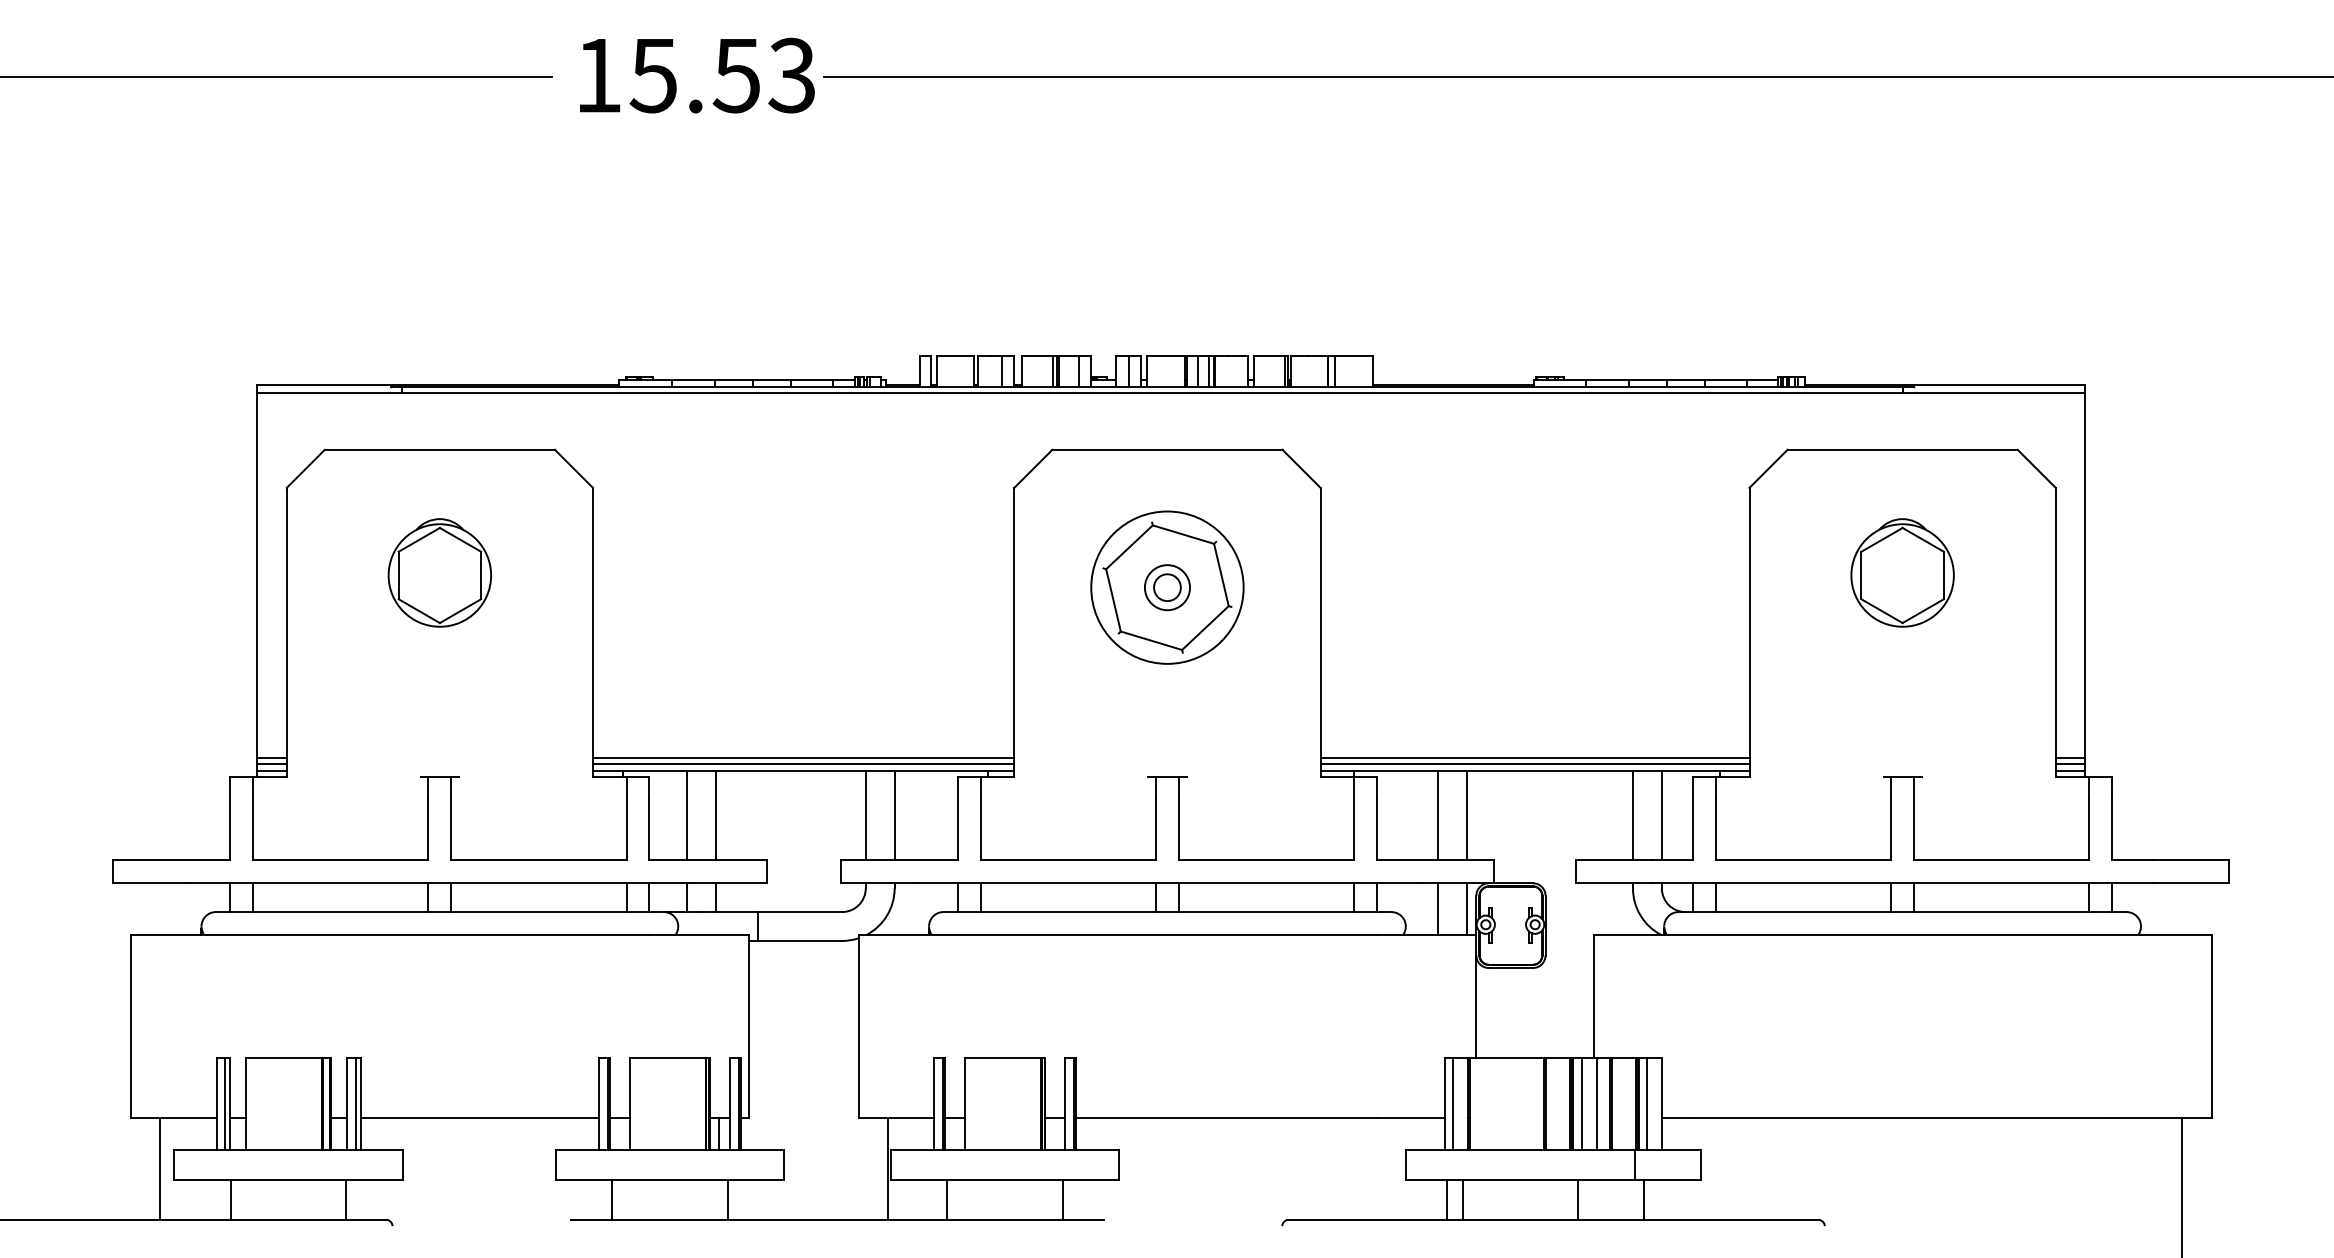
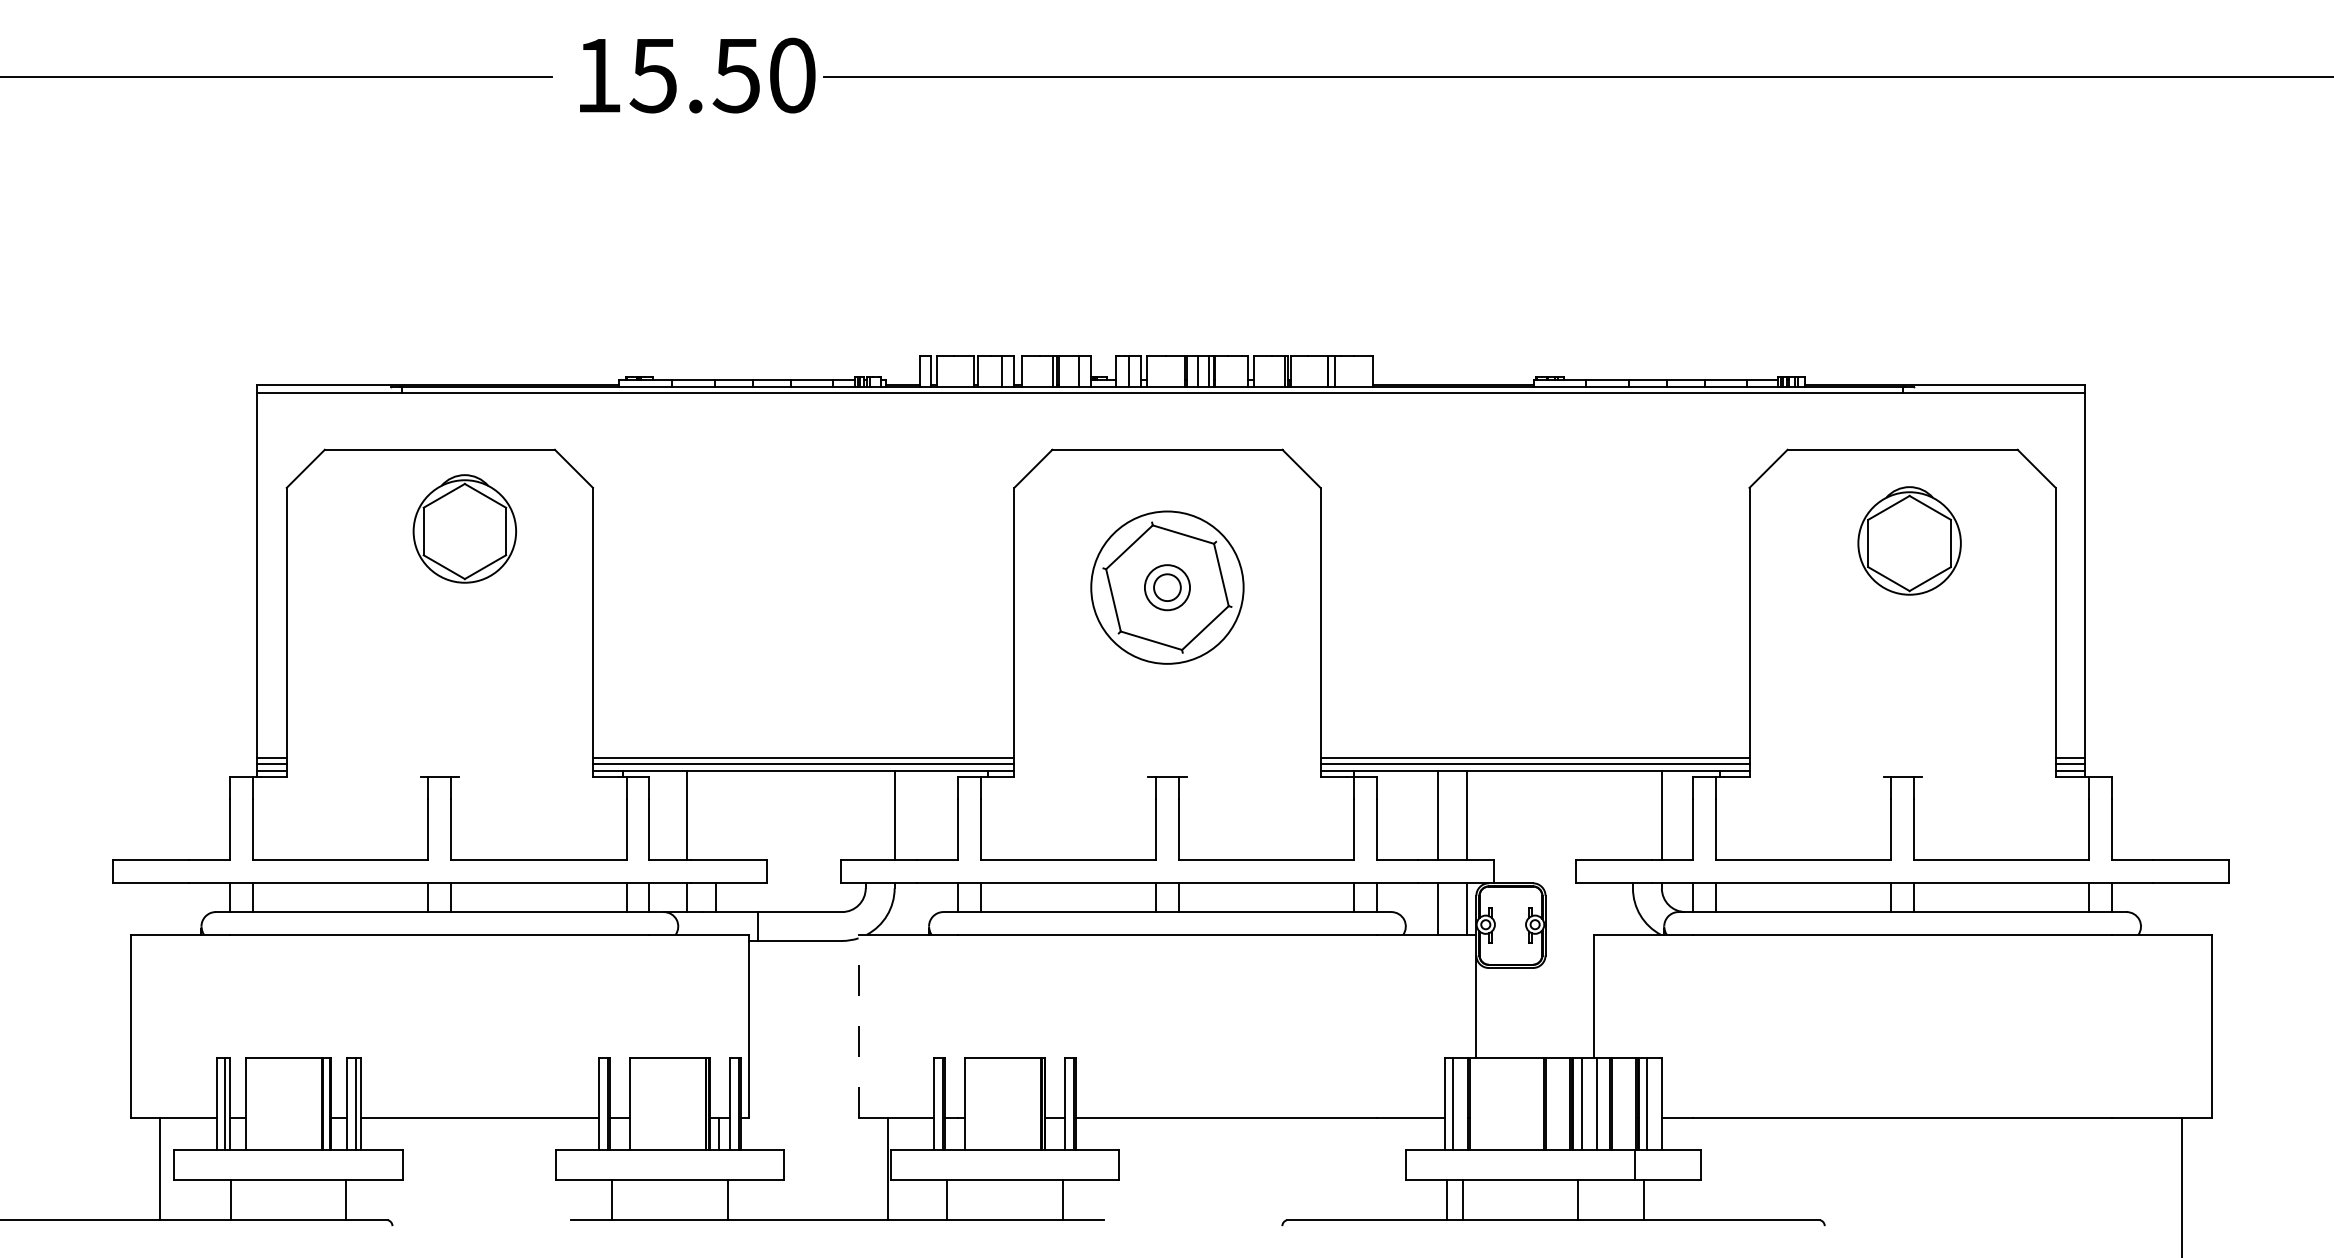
text at (791, 75): 15.53 -> 15.50
part at (439, 572) position: (439, 572) -> (464, 528)
part at (1902, 572) position: (1902, 572) -> (1909, 540)
line at (716, 815): present -> none
line at (865, 815): present -> none
line at (1632, 815): present -> none
line at (858, 1025): solid -> dashed
